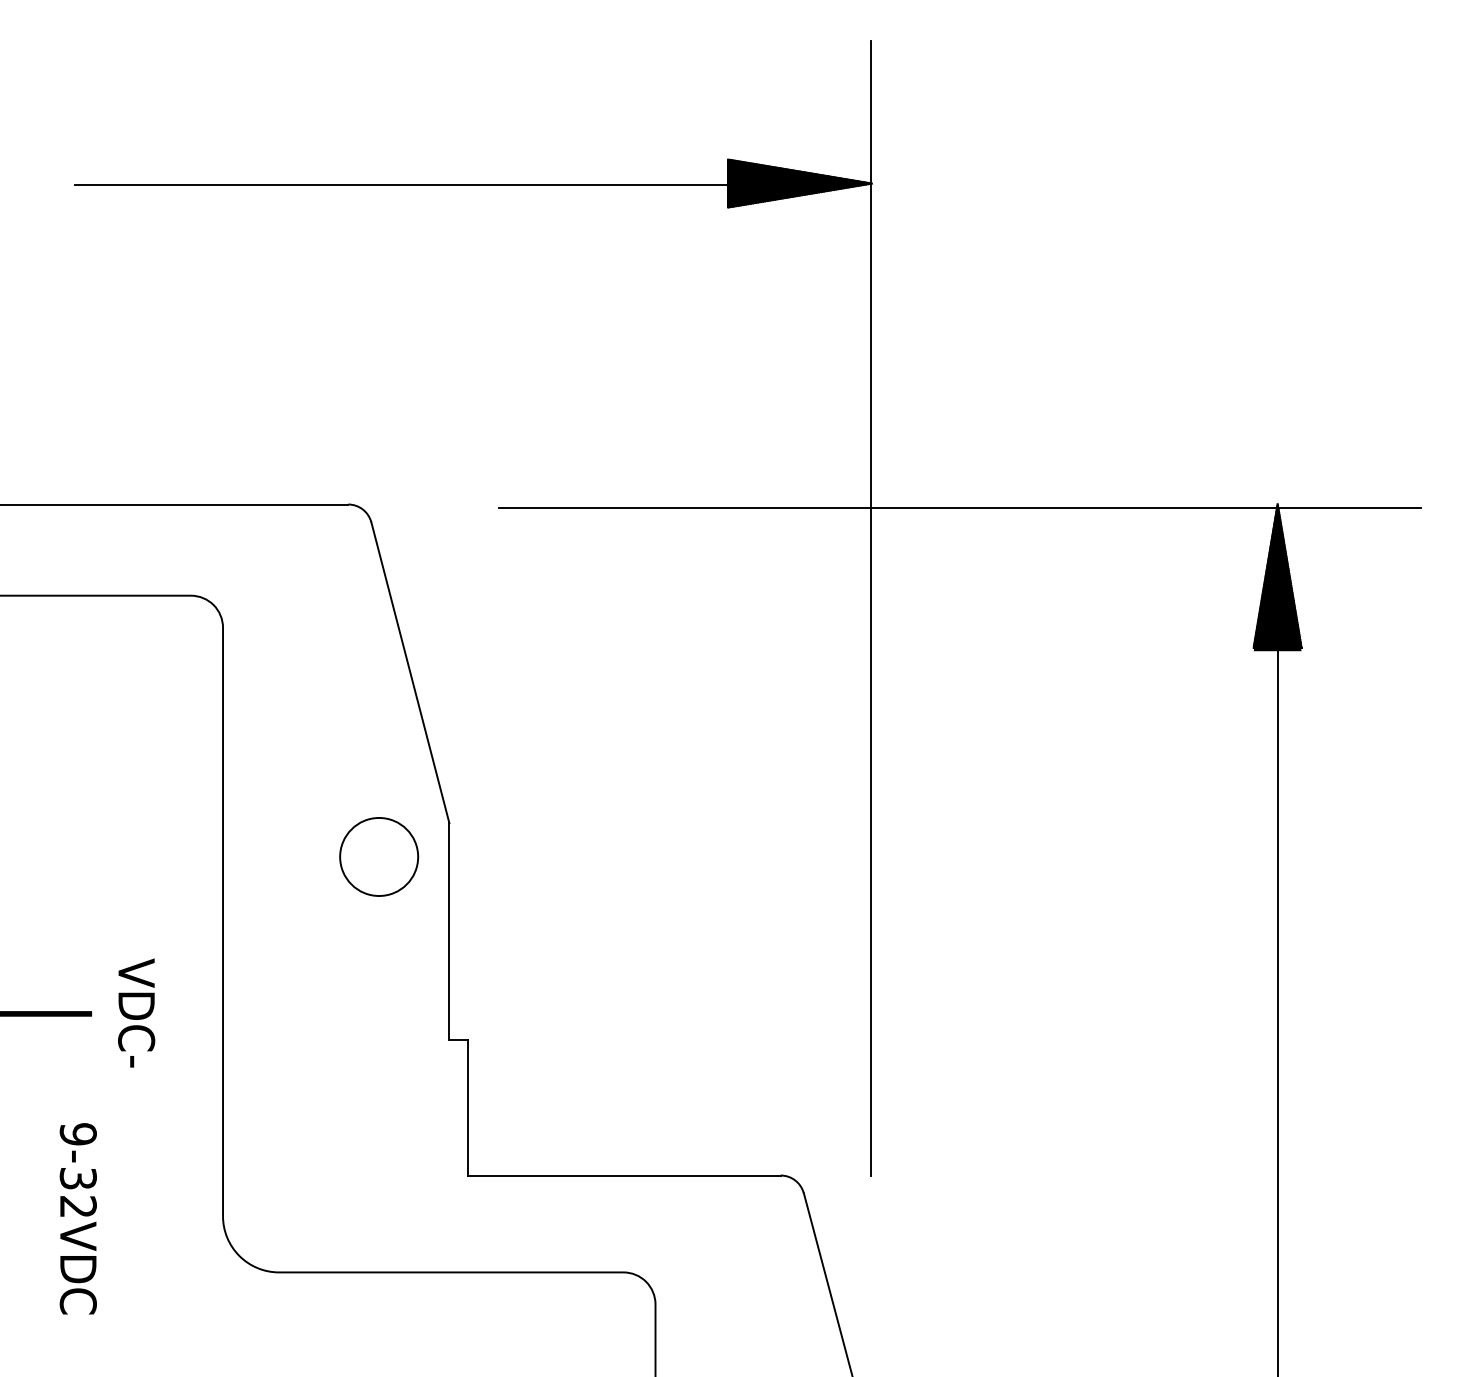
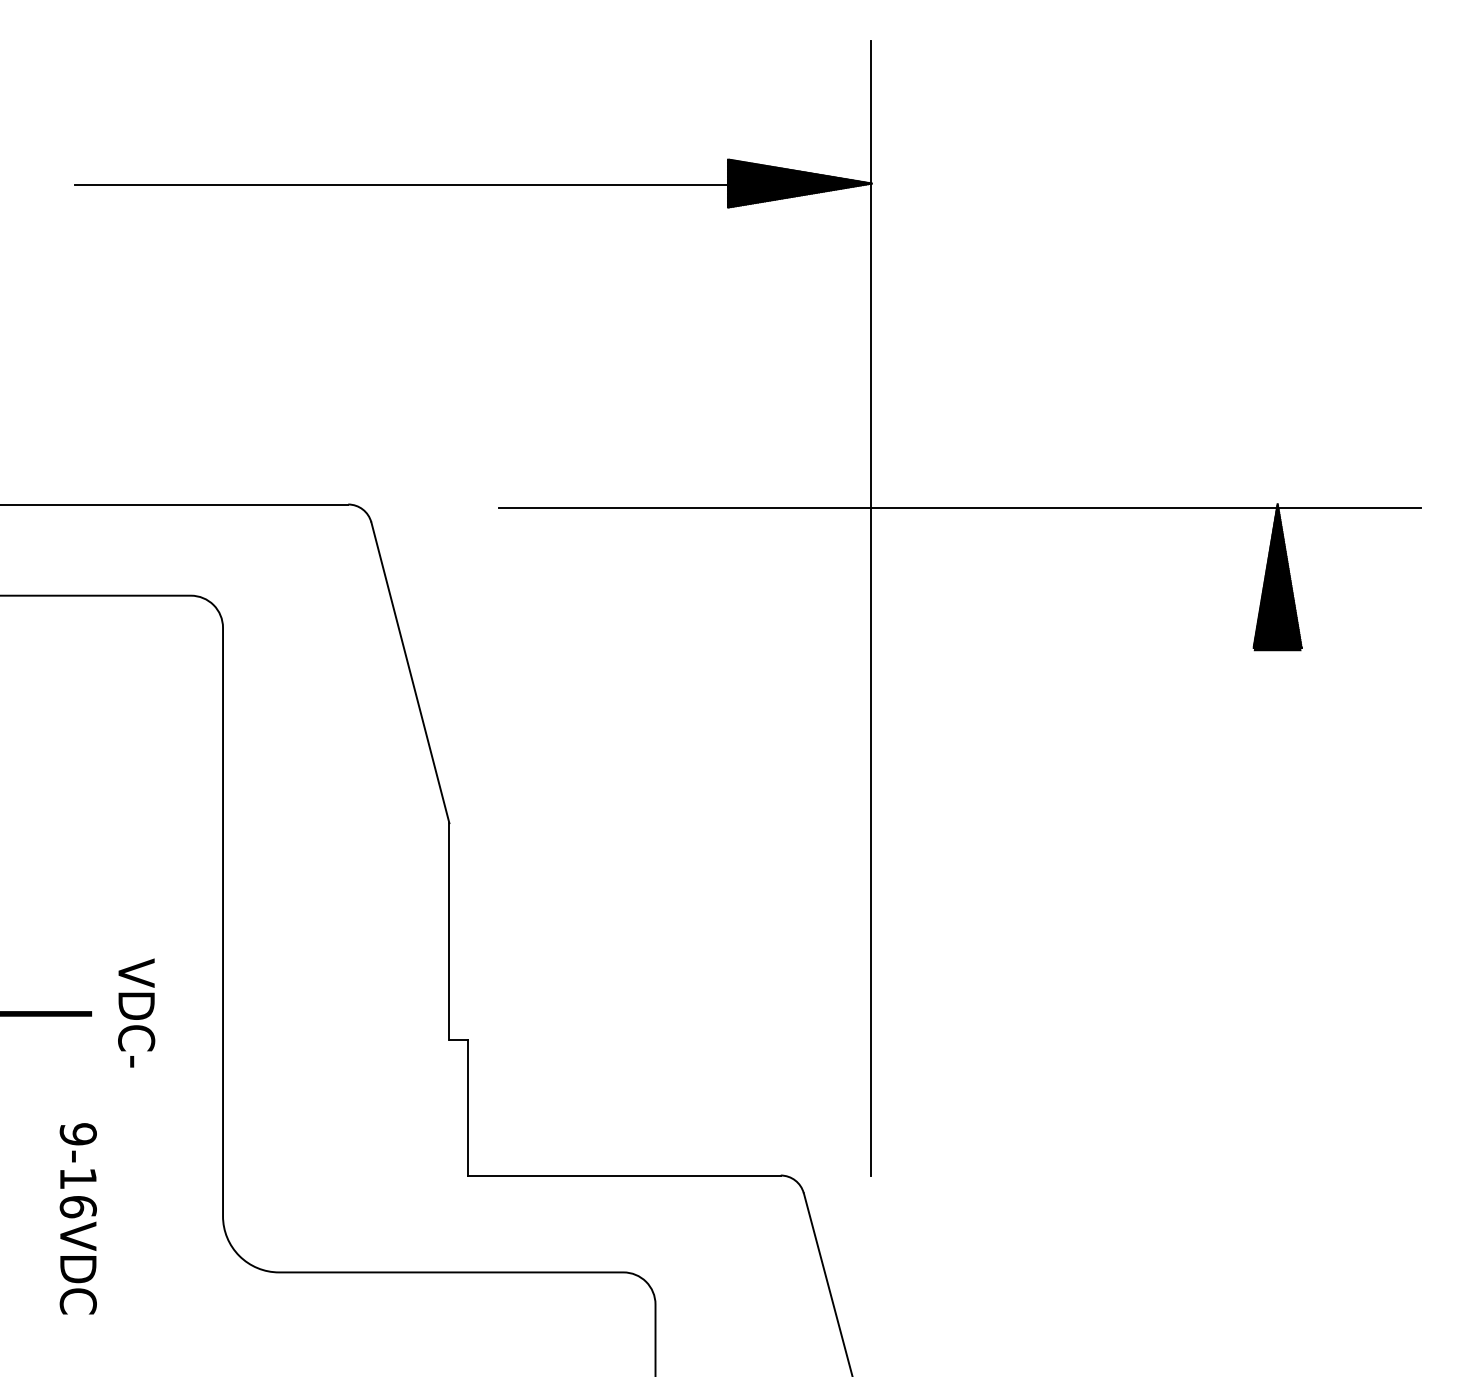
circle at (379, 856): present -> none
line at (1277, 1012): present -> none
text at (77, 1193): 9-32VDC -> 9-16VDC
